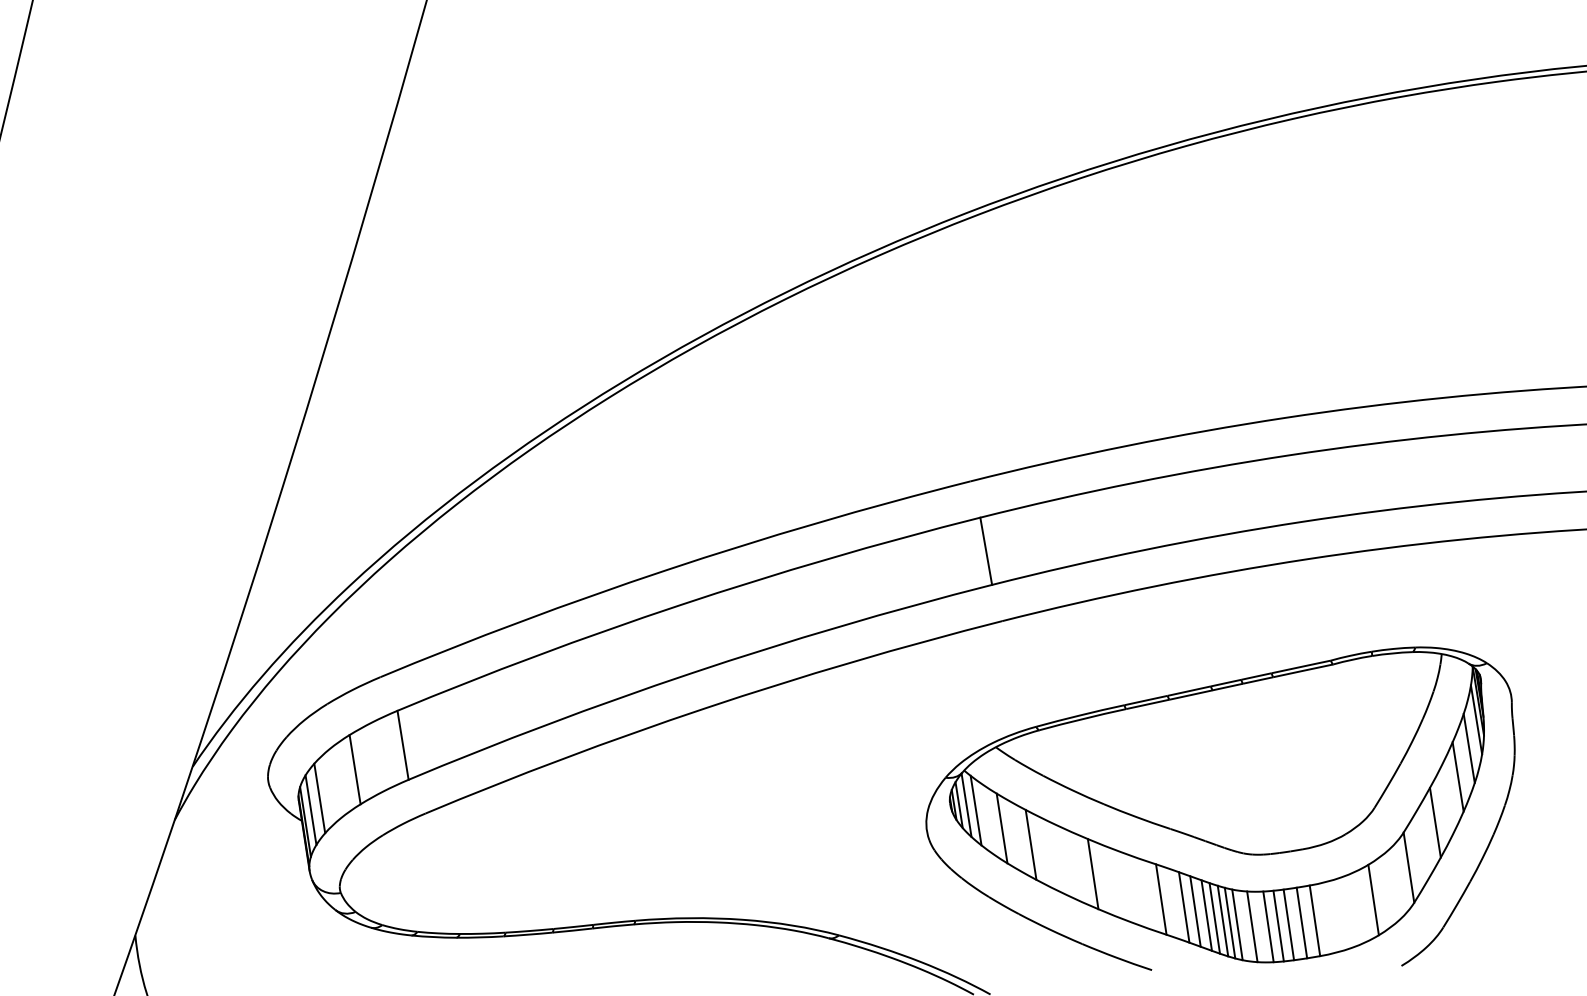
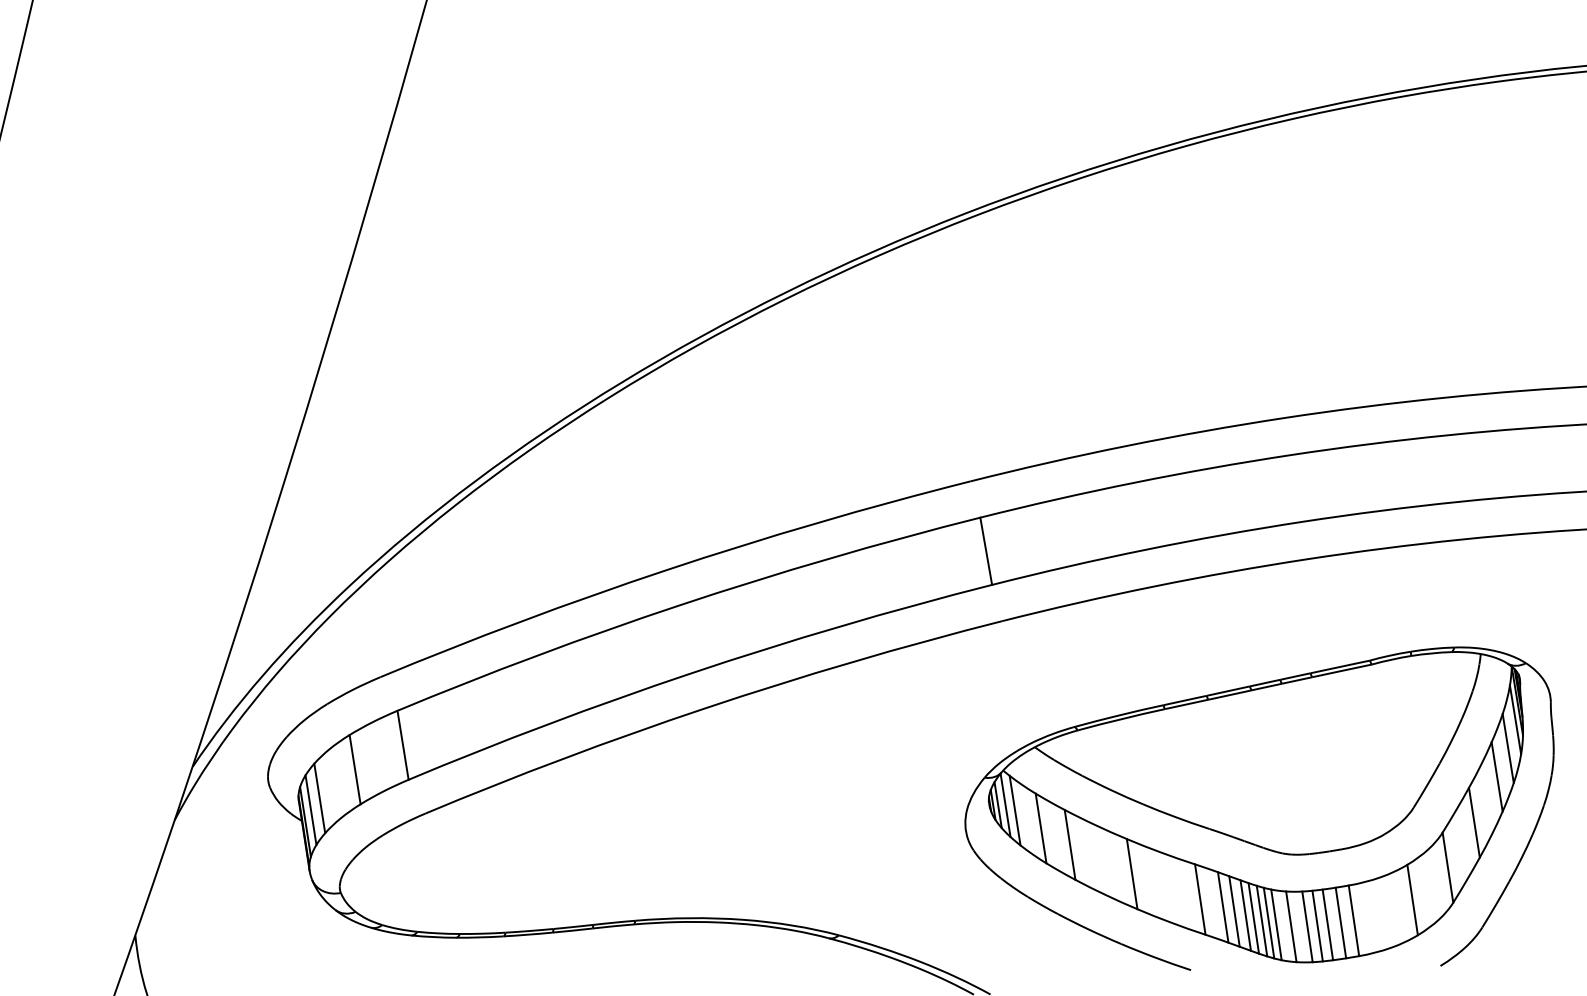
part at (1220, 808) position: (1220, 808) -> (1259, 808)
